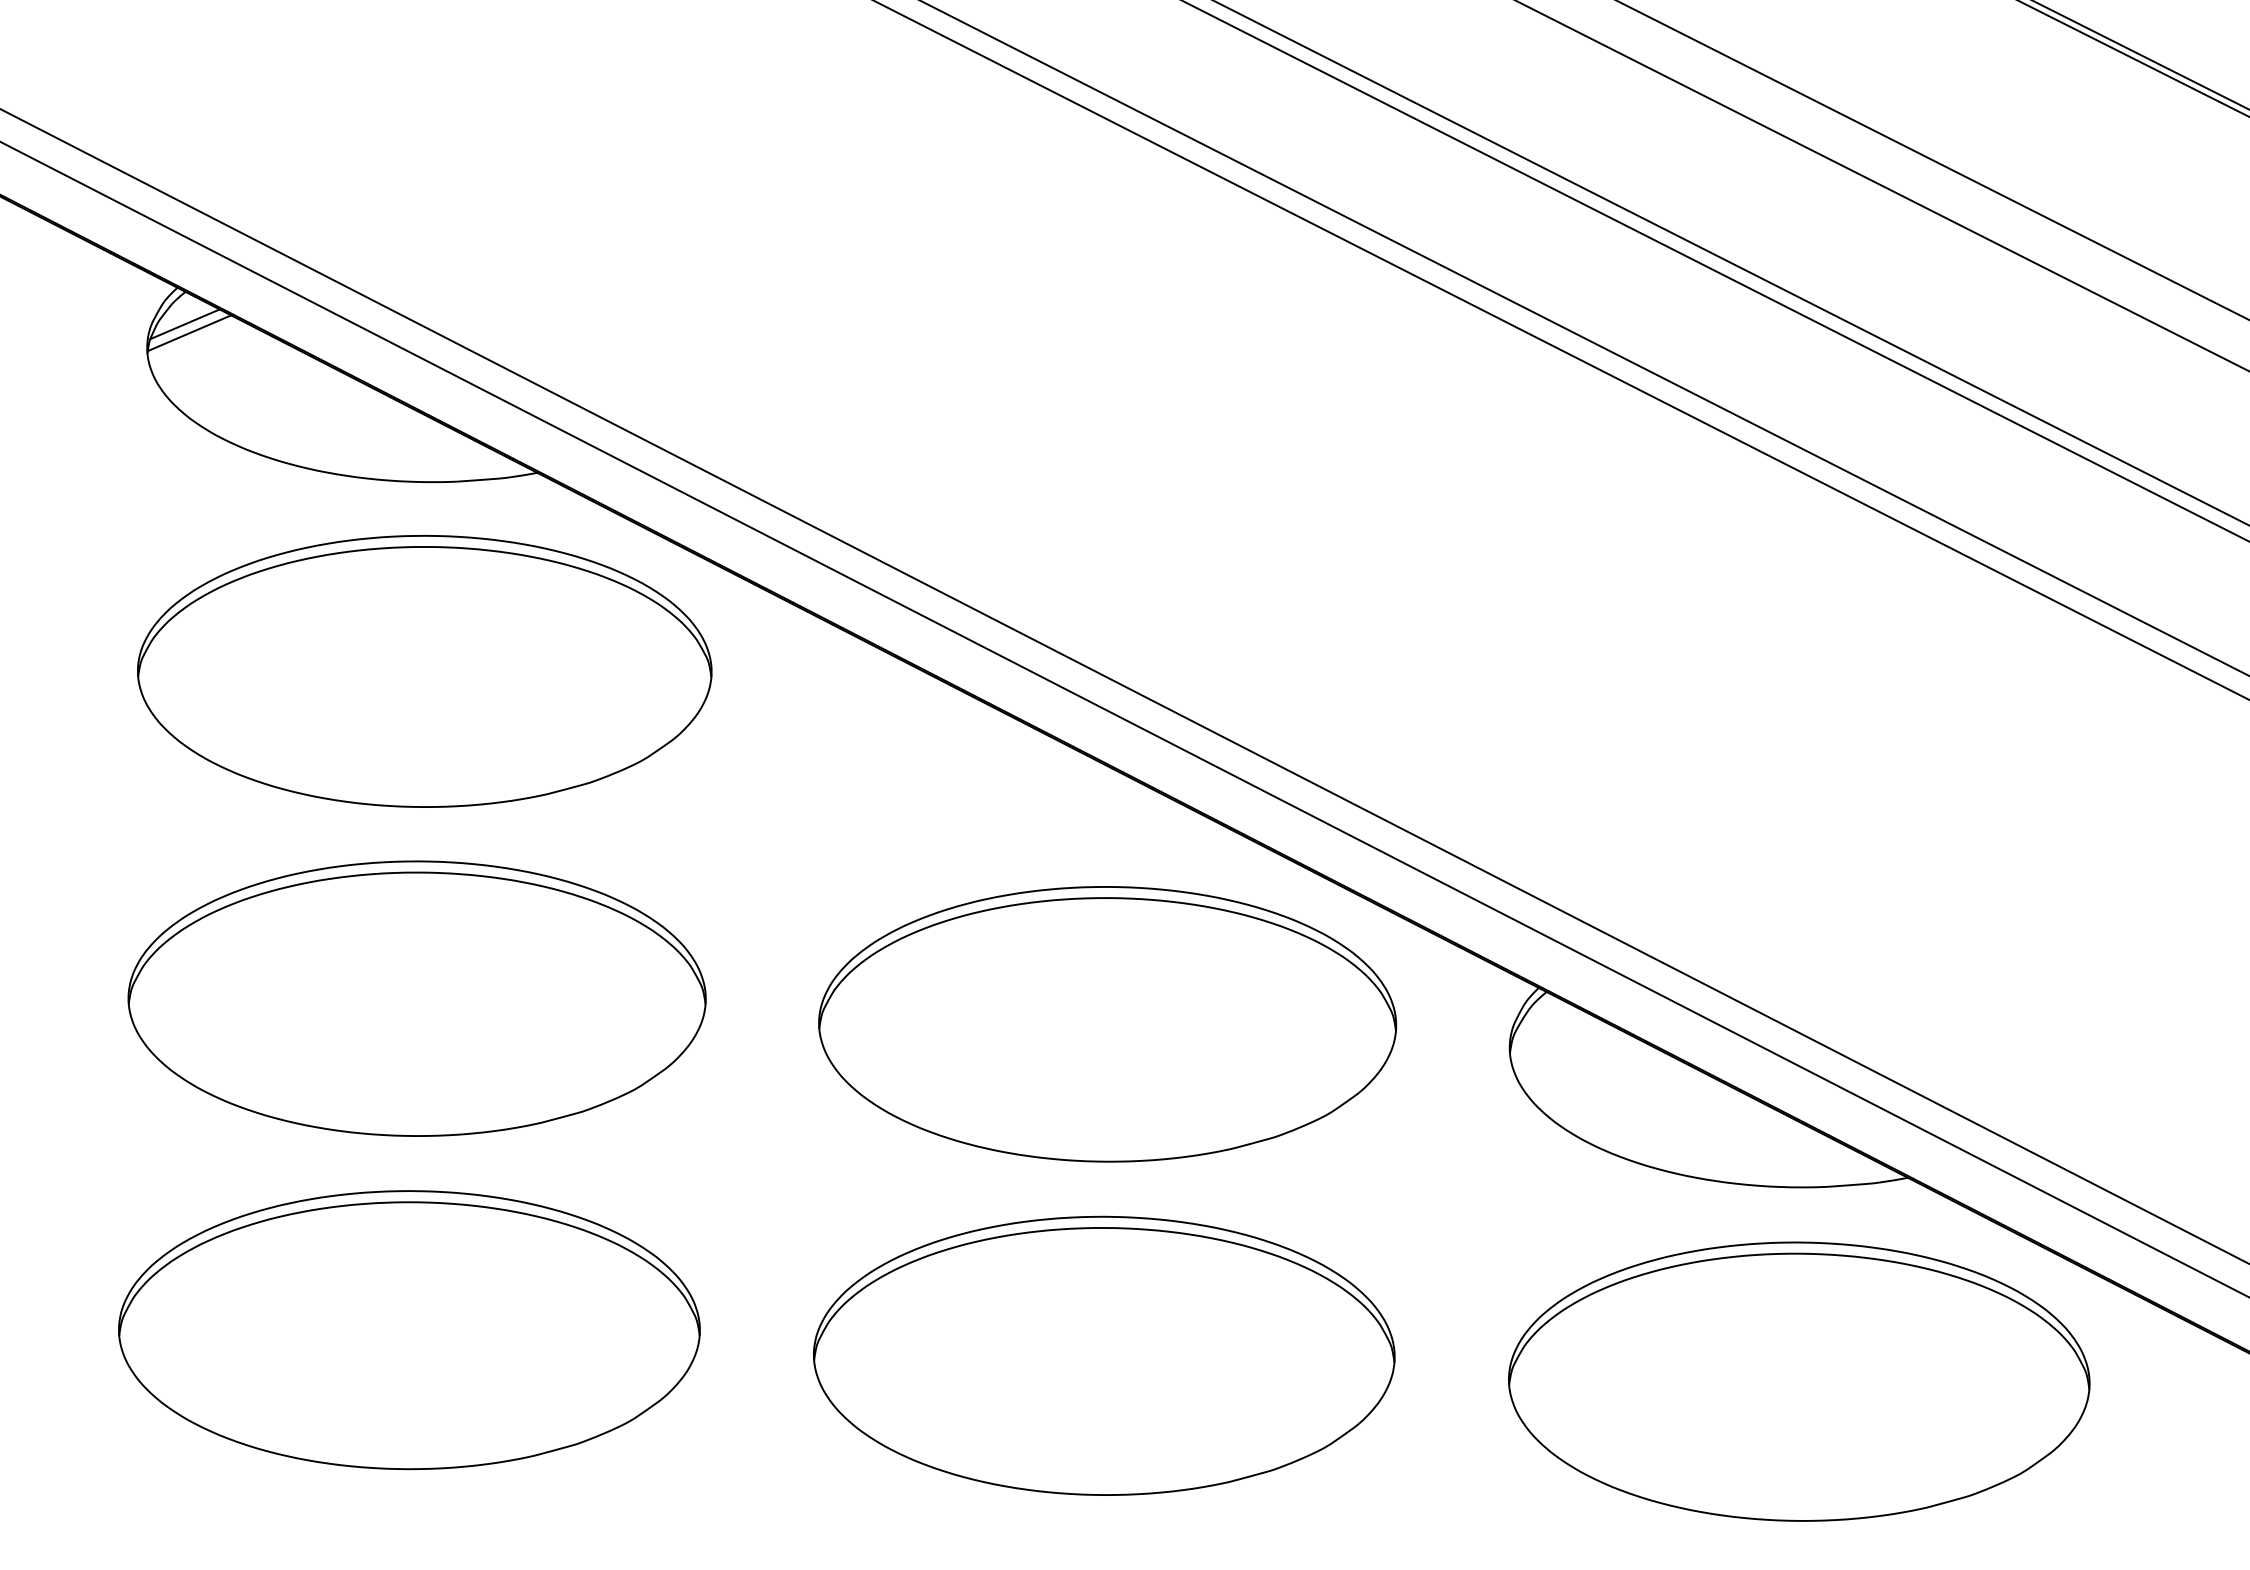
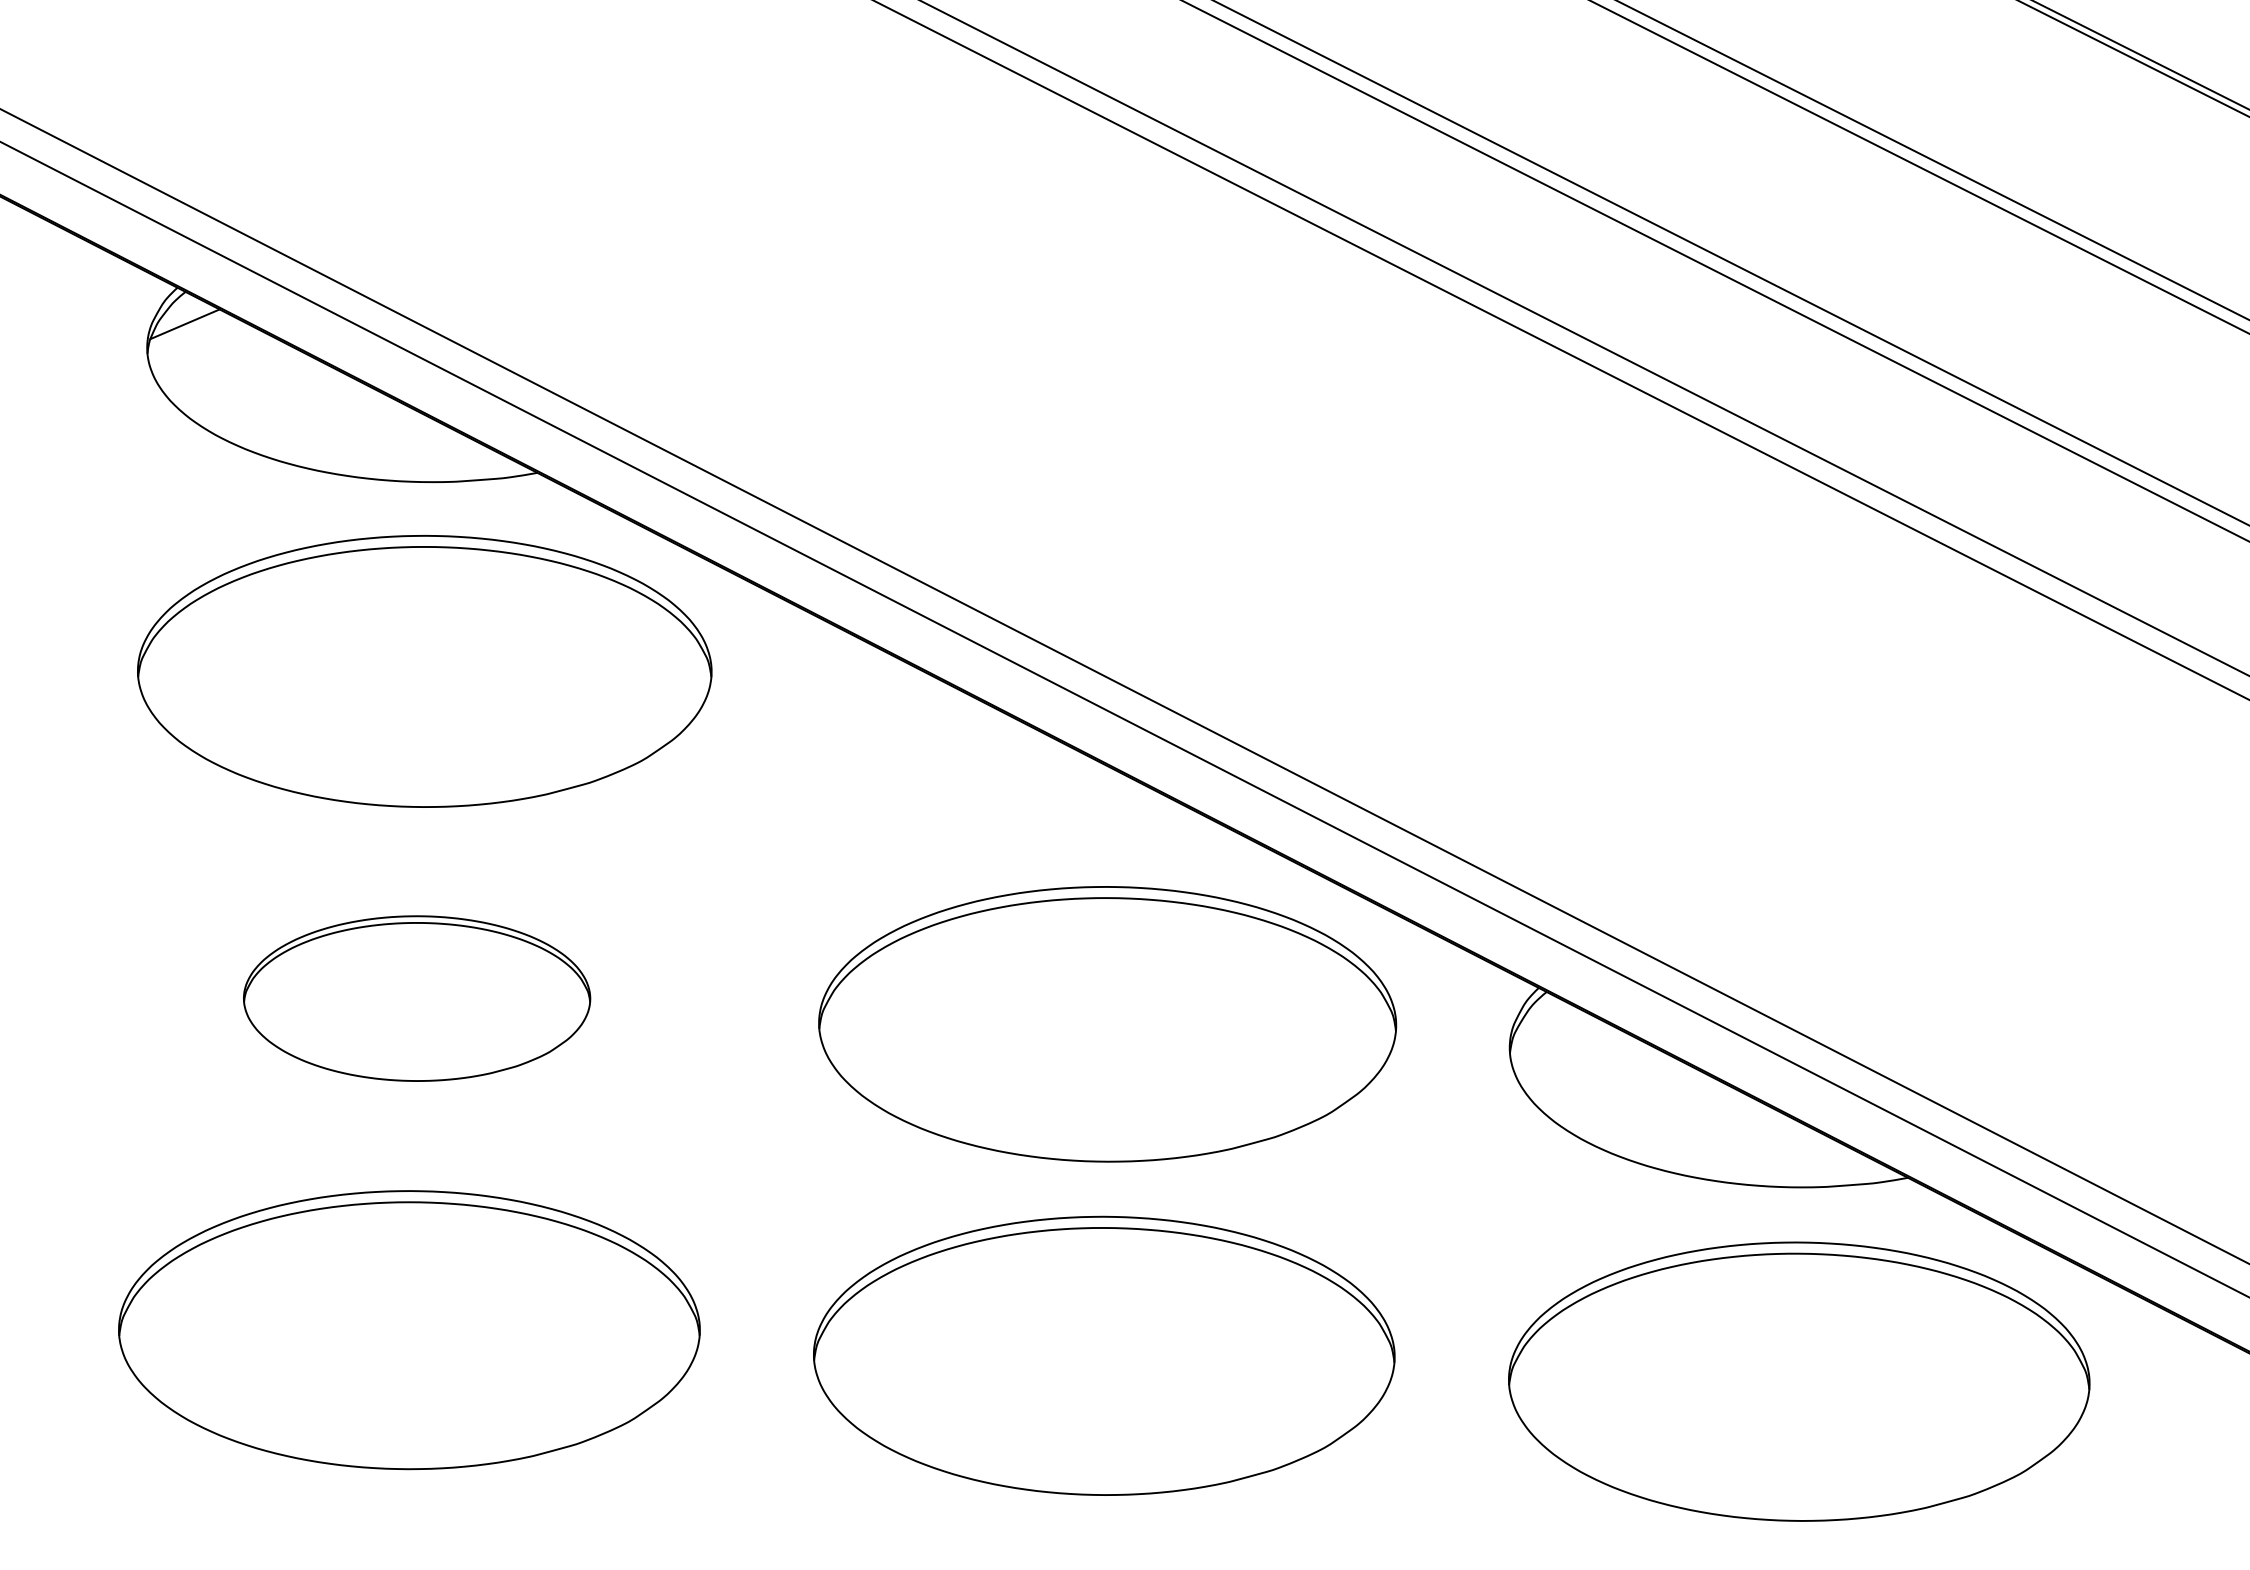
line at (1882, 186) position: (1882, 186) -> (1919, 167)
line at (189, 333): present -> none
part at (416, 998) size: 580x277 px -> 349x167 px
